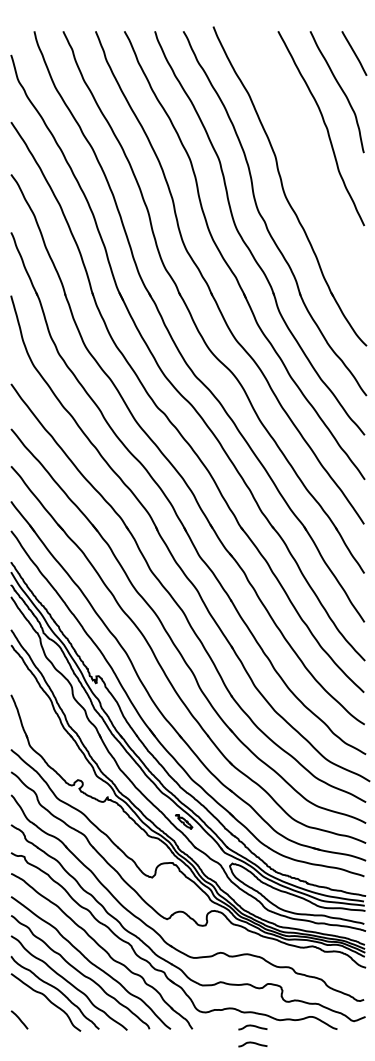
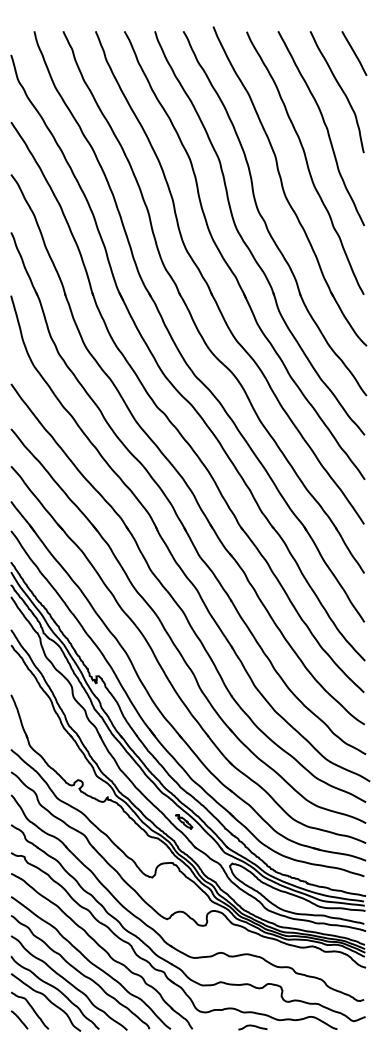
curve at (305, 161): none -> present
curve at (32, 1010): none -> present
curve at (252, 1043): present -> none
